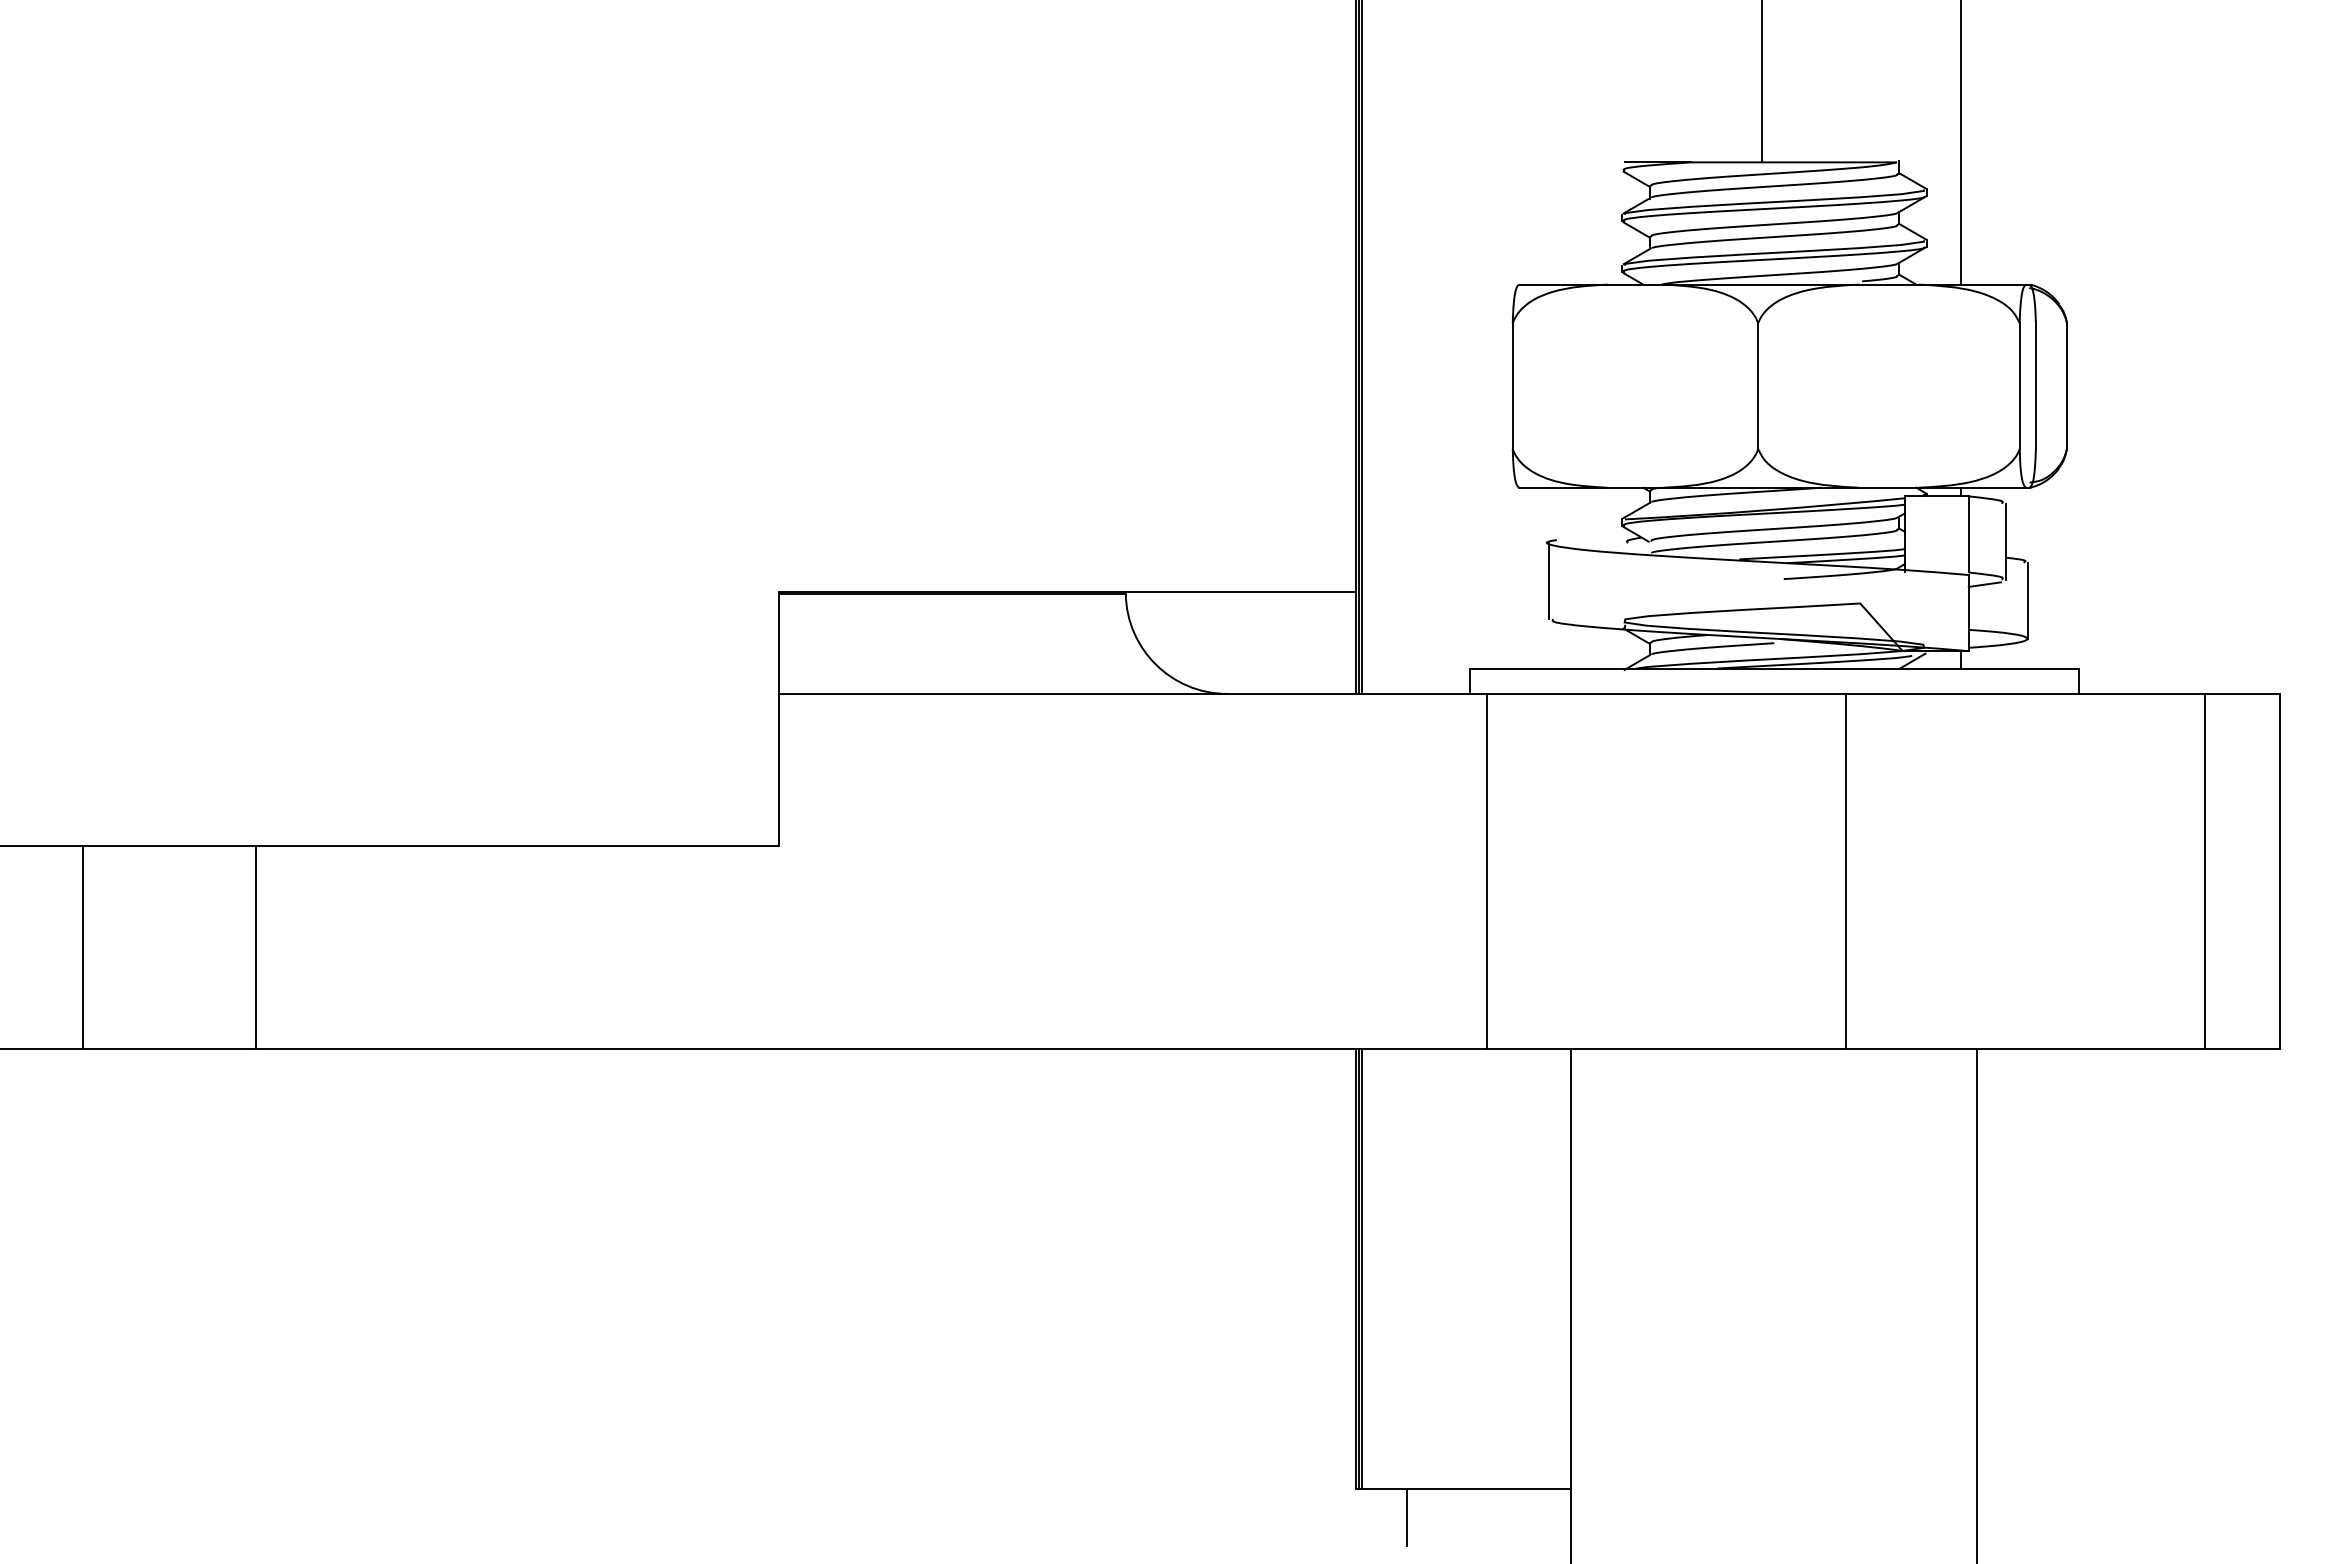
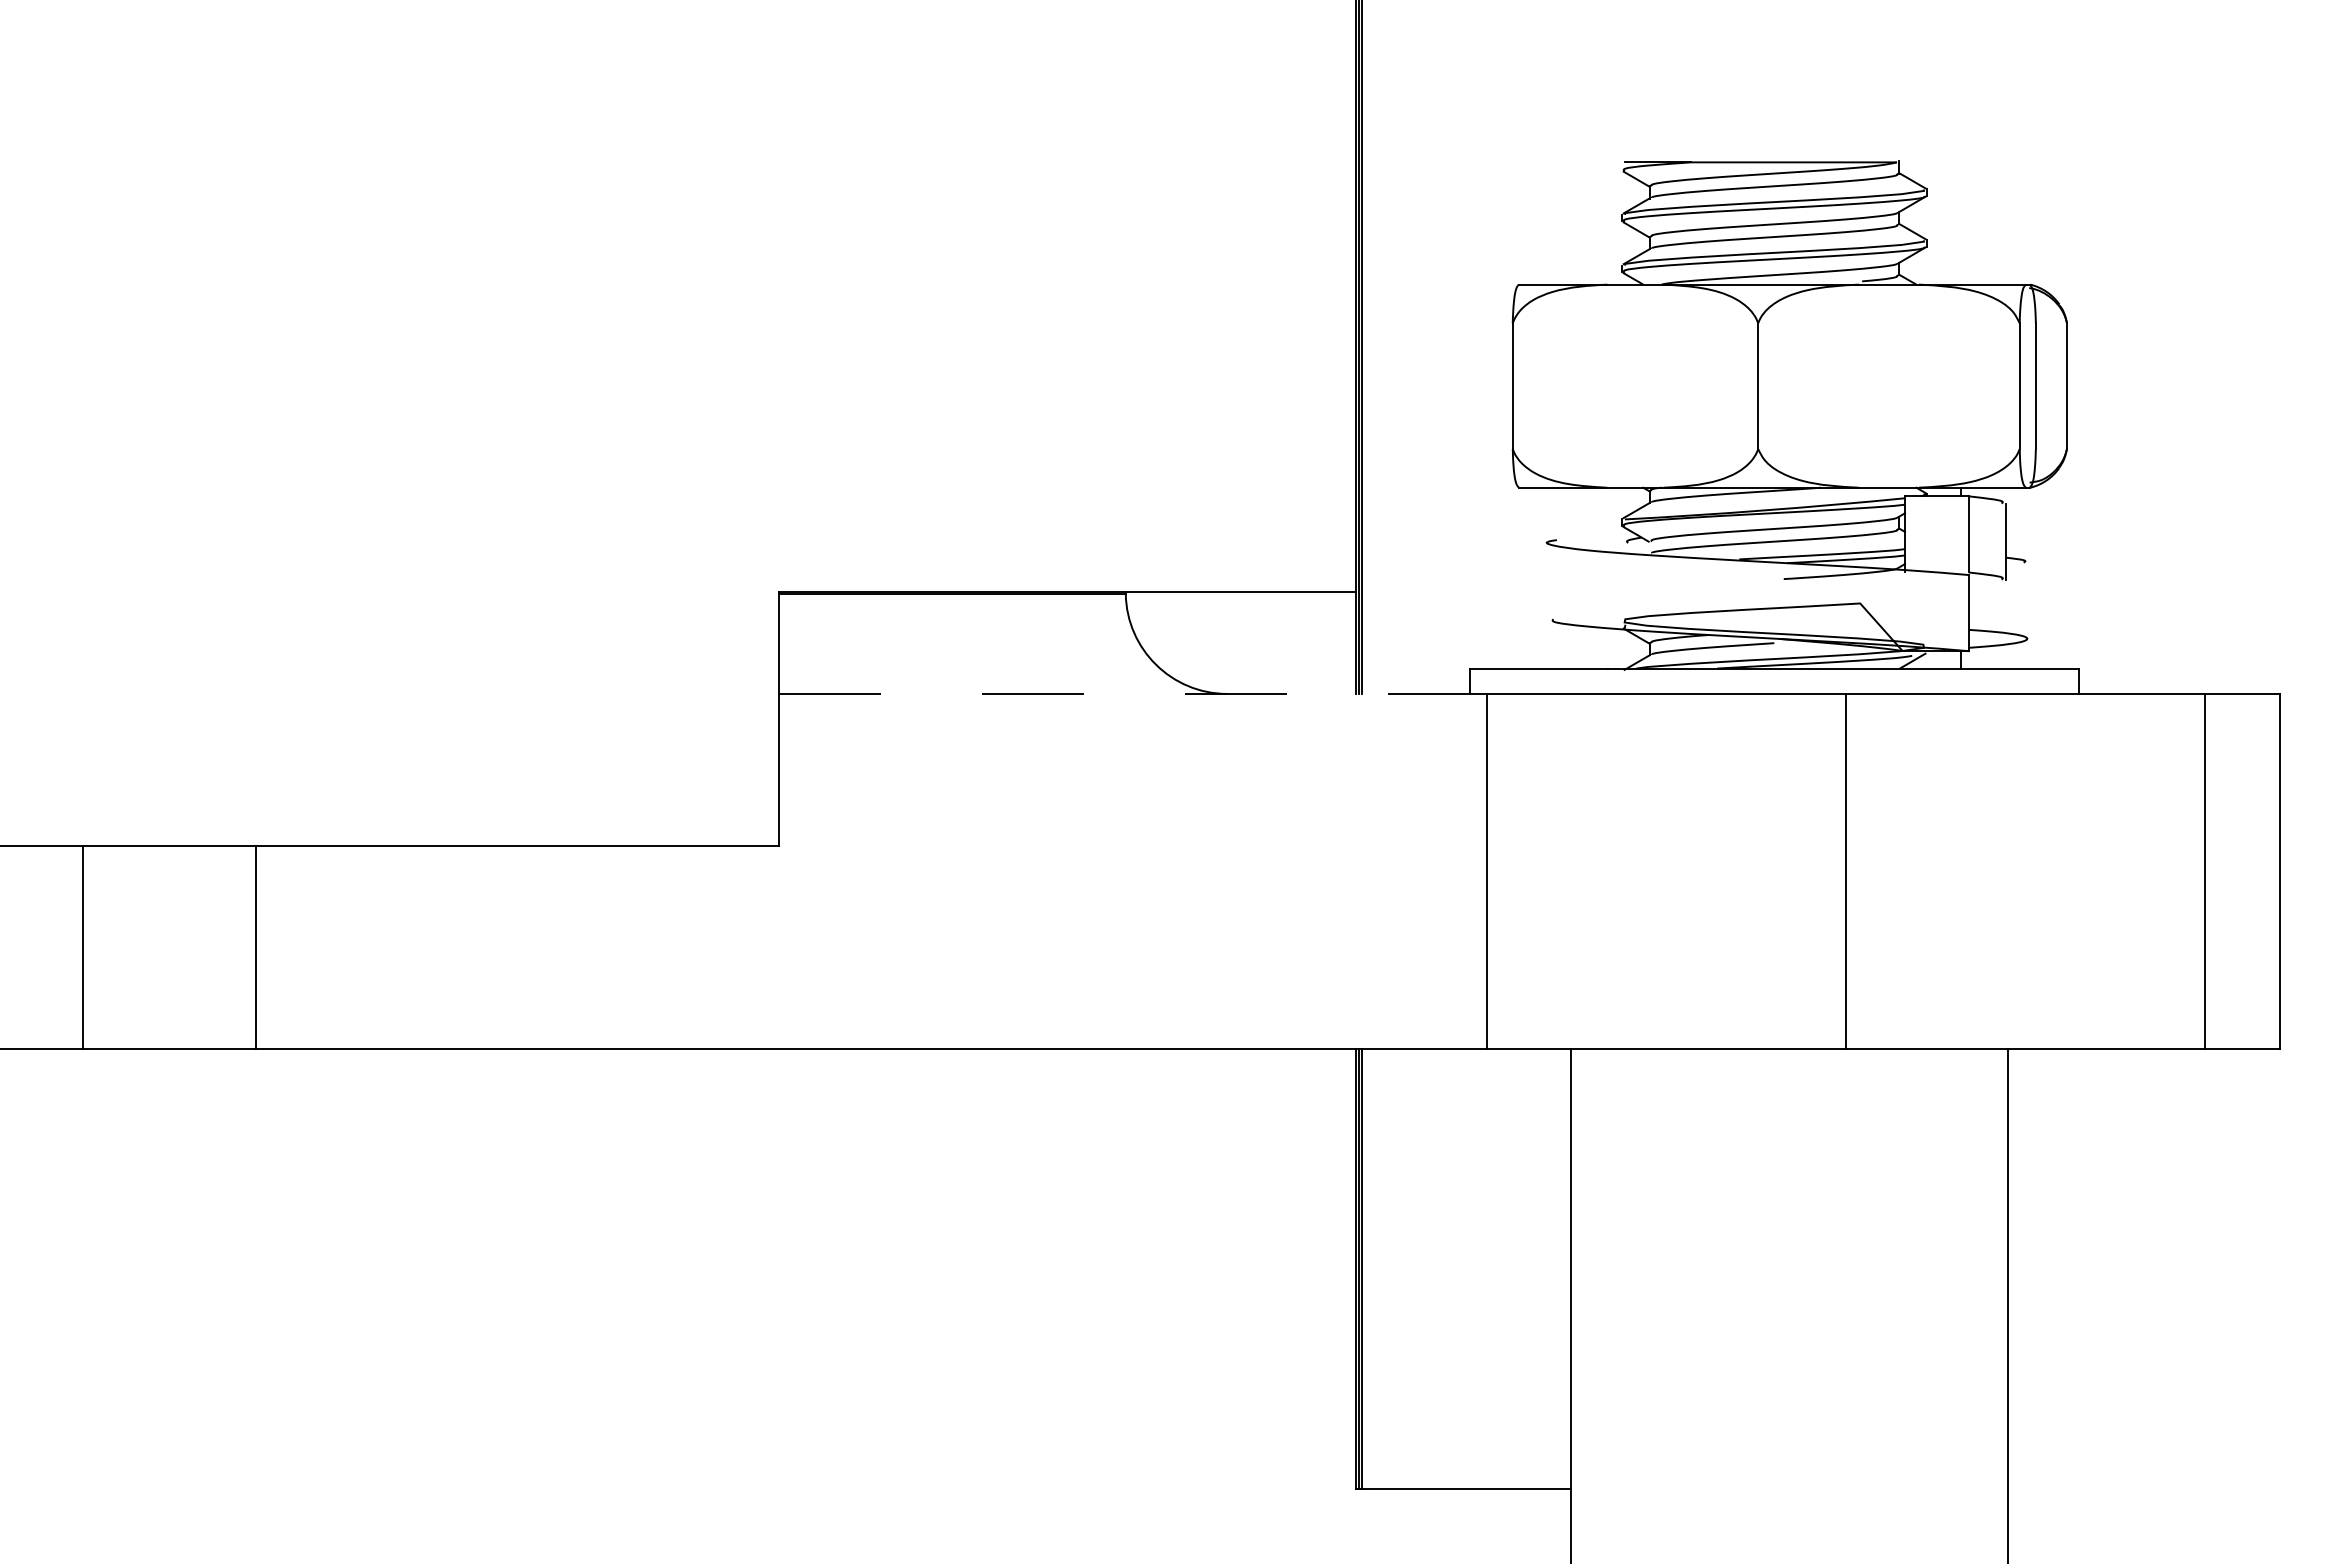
line at (1762, 82): present -> none
line at (1961, 143): present -> none
line at (1549, 581): present -> none
line at (1984, 584): present -> none
line at (2027, 600): present -> none
line at (1133, 693): solid -> dashed
line at (1977, 1304) position: (1977, 1304) -> (2008, 1304)
line at (1406, 1516): present -> none
